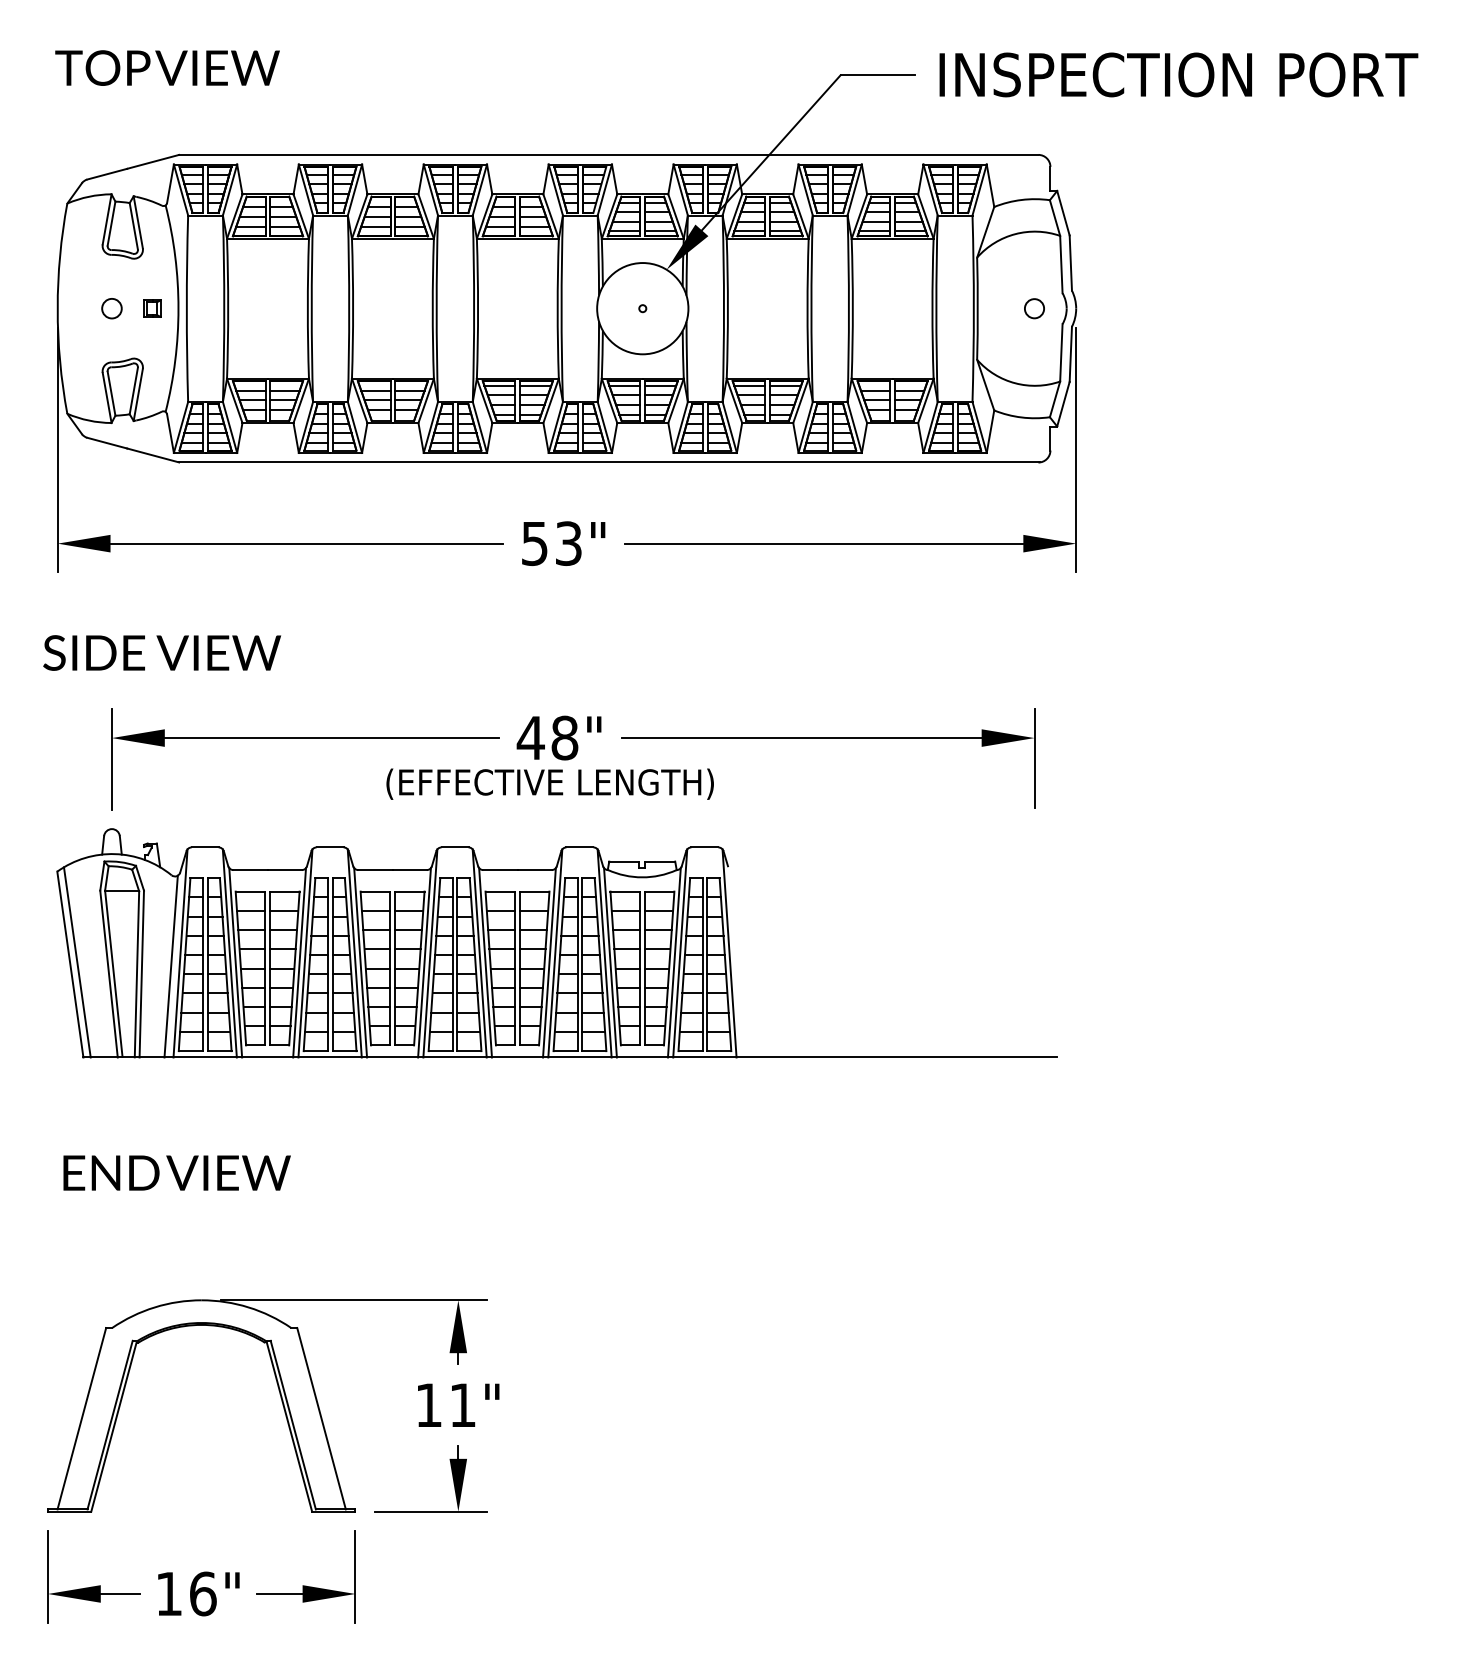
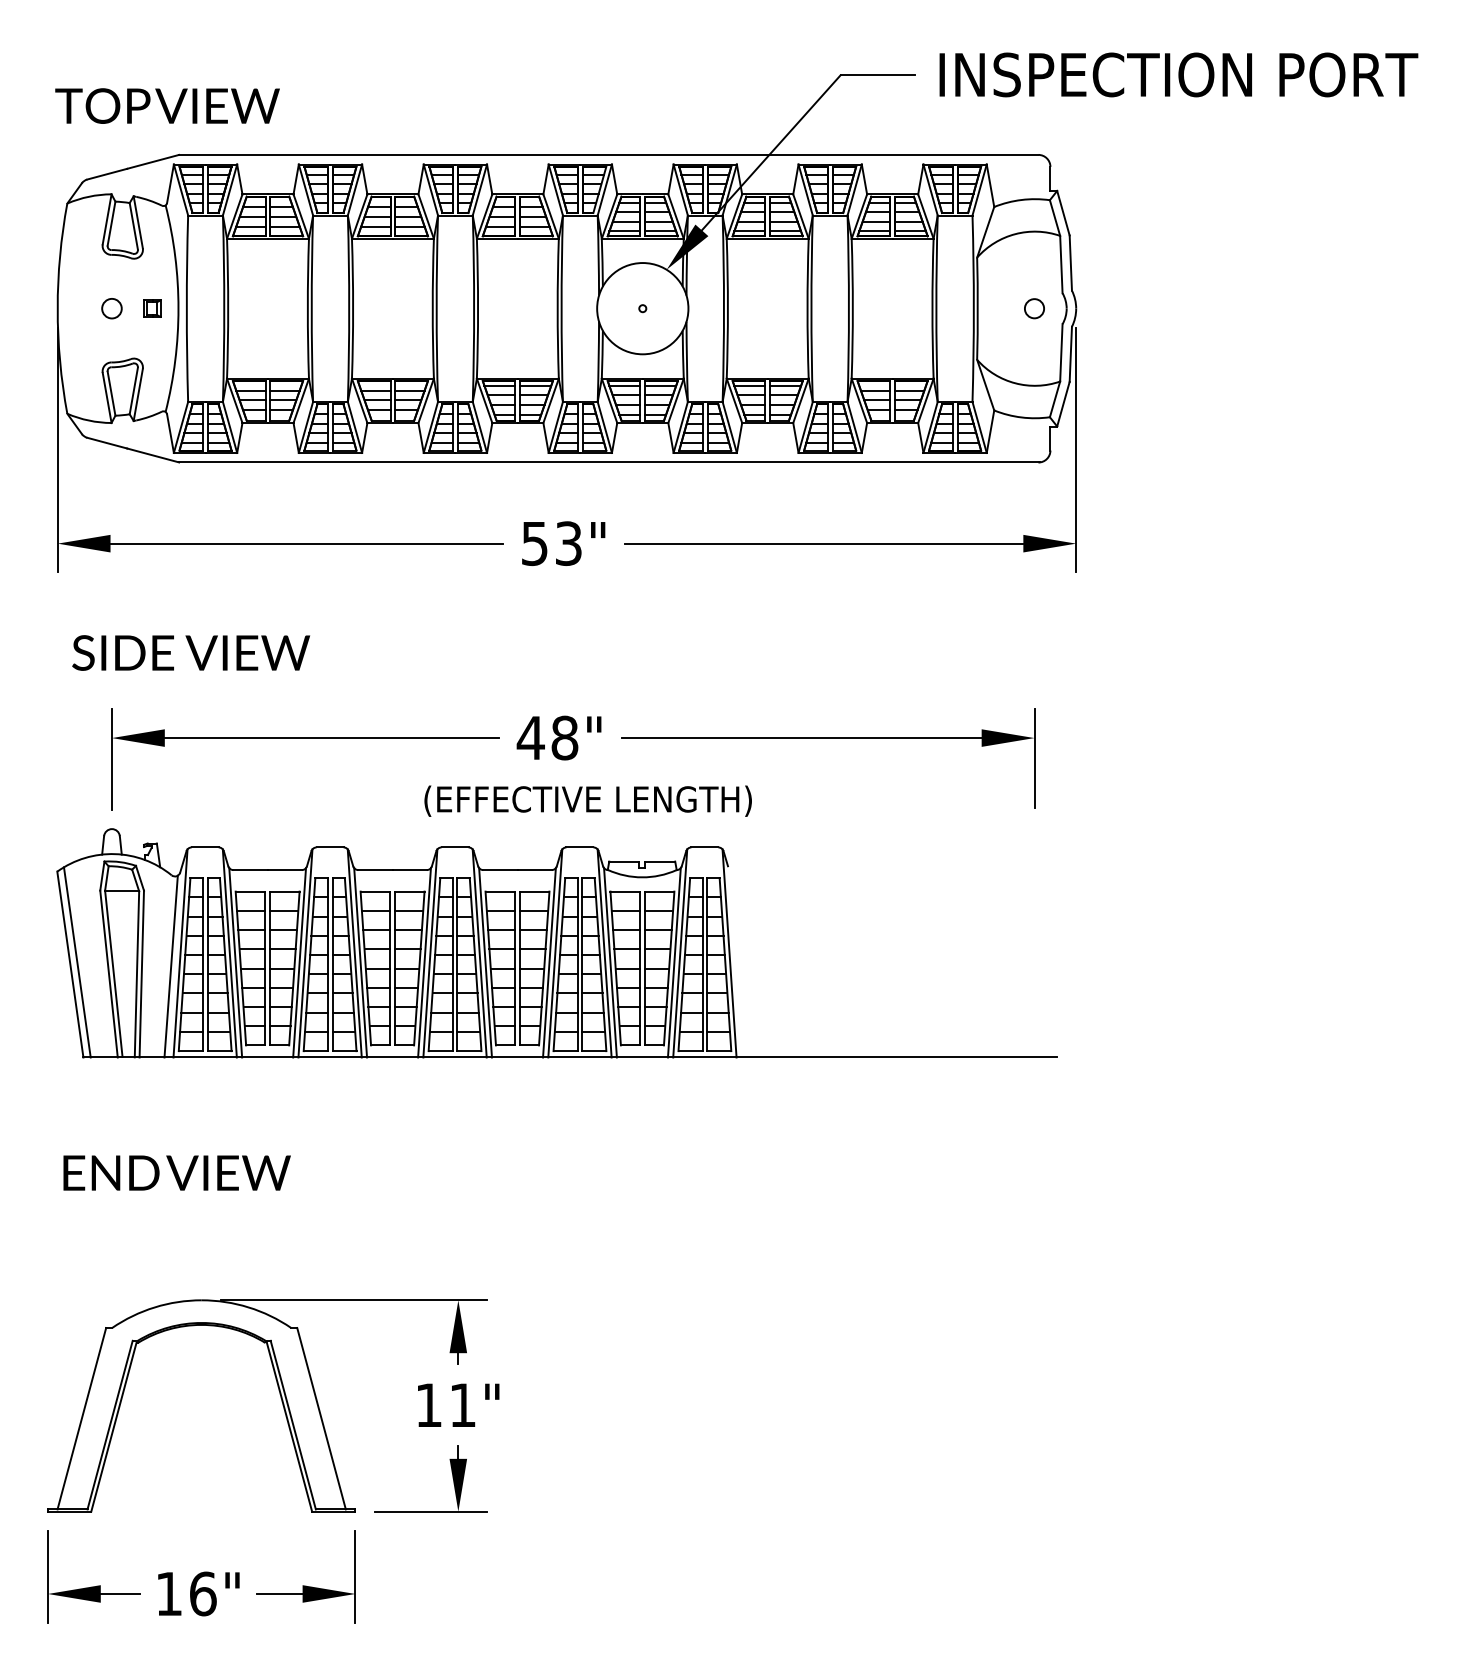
text at (167, 67) position: (167, 67) -> (167, 105)
text at (162, 652) position: (162, 652) -> (191, 652)
text at (549, 783) position: (549, 783) -> (587, 800)
